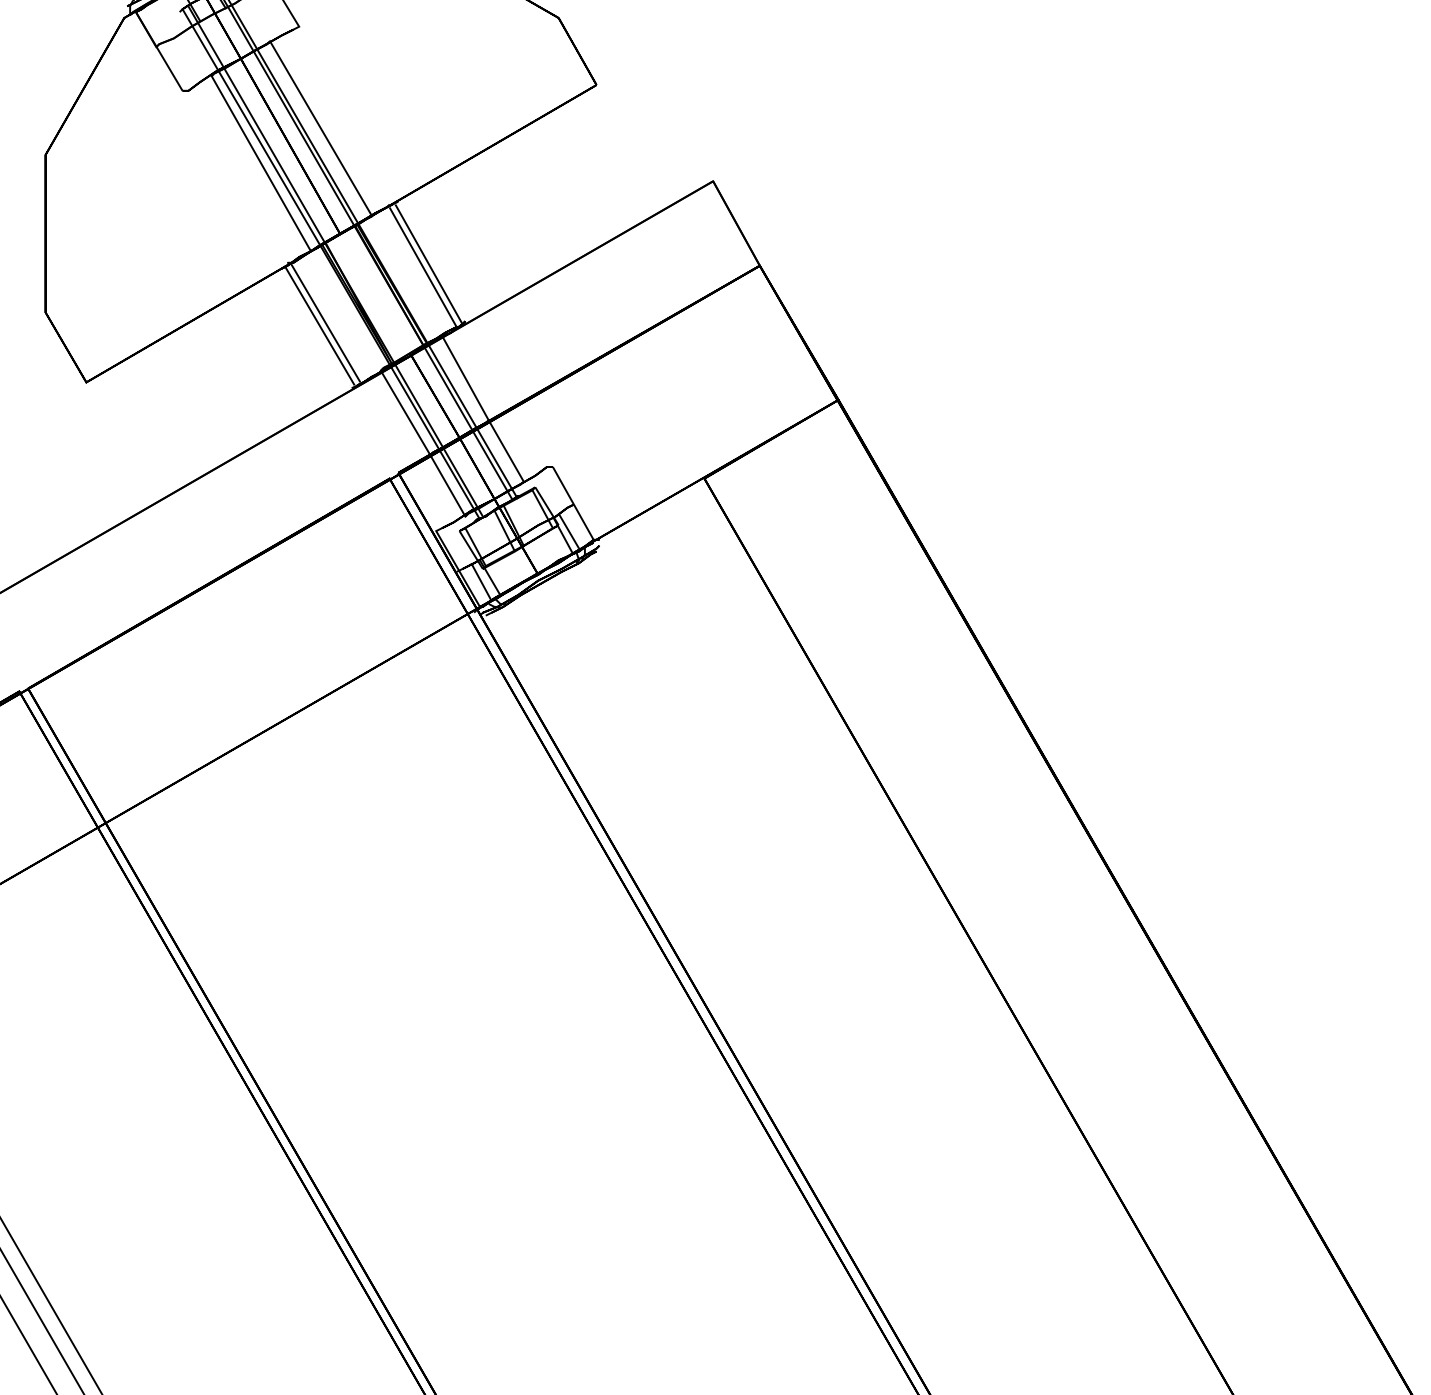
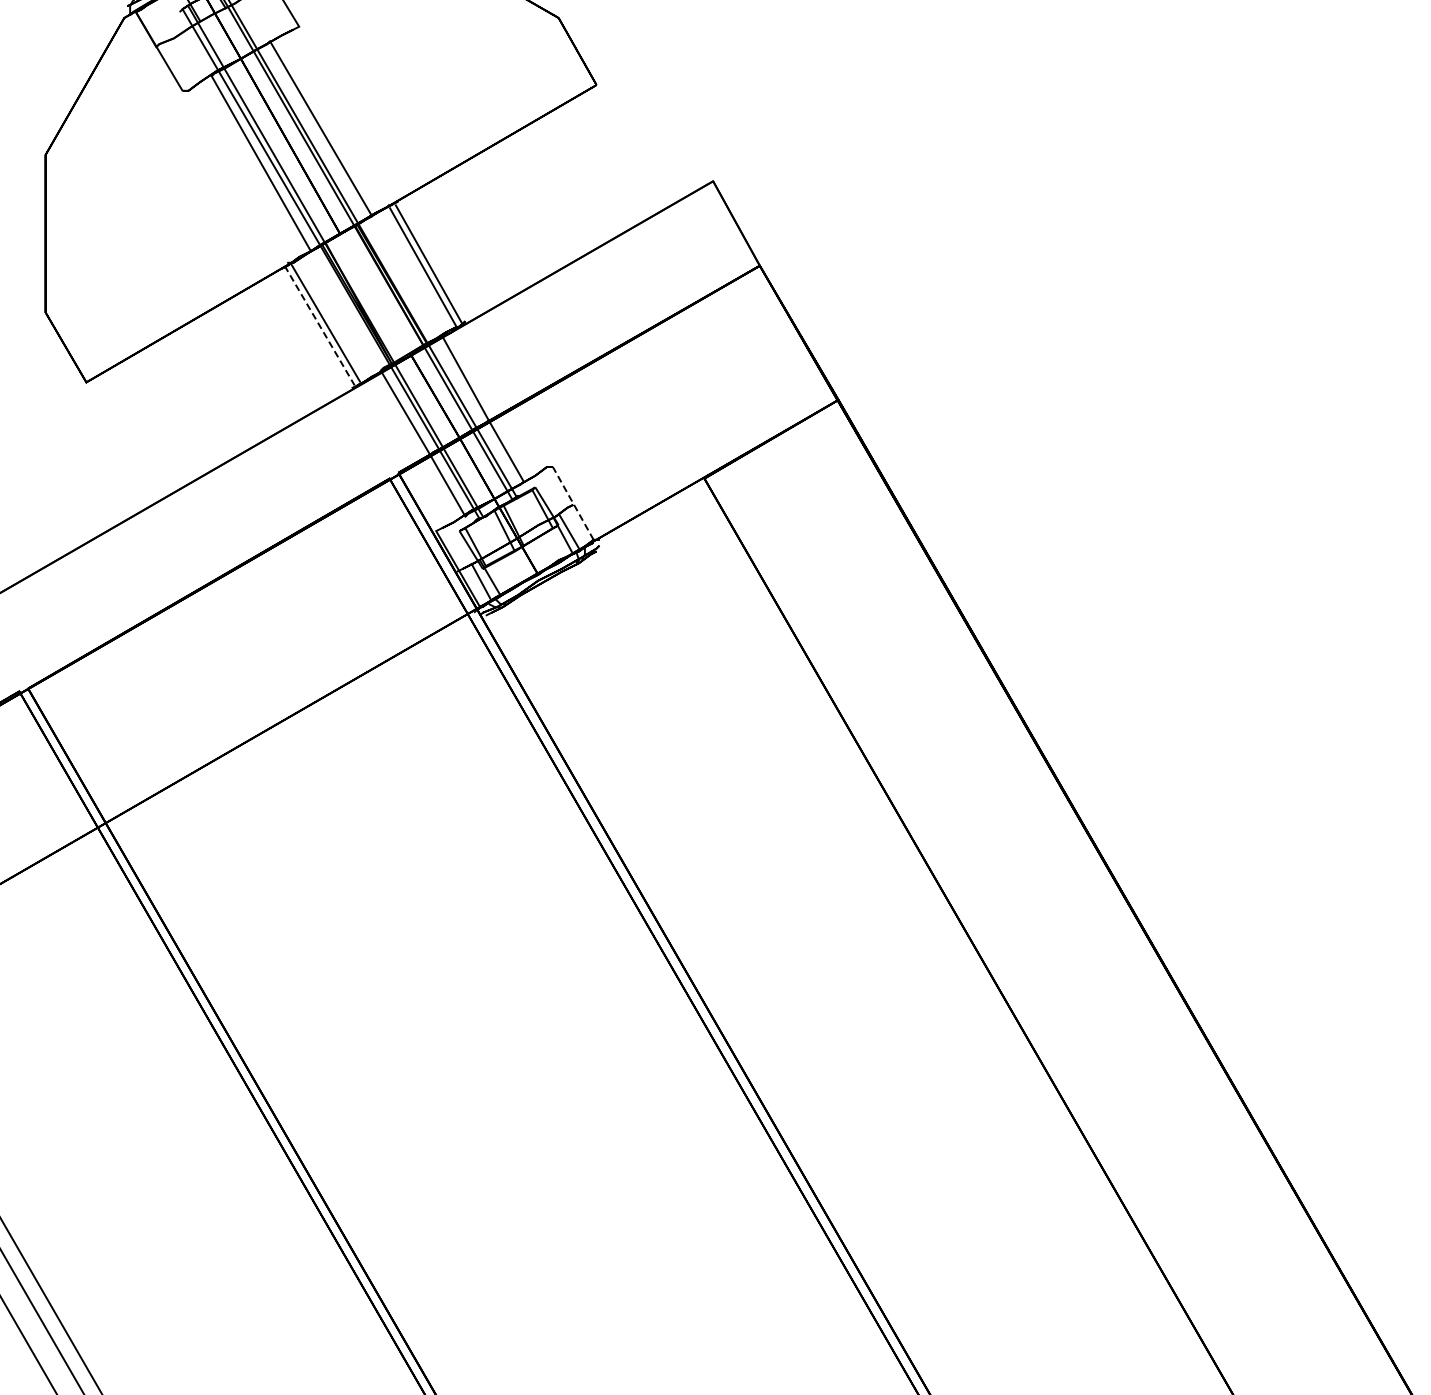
line at (319, 325): solid -> dashed
line at (573, 503): solid -> dashed
